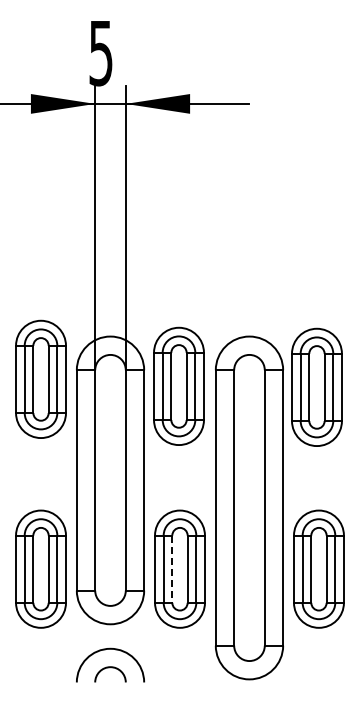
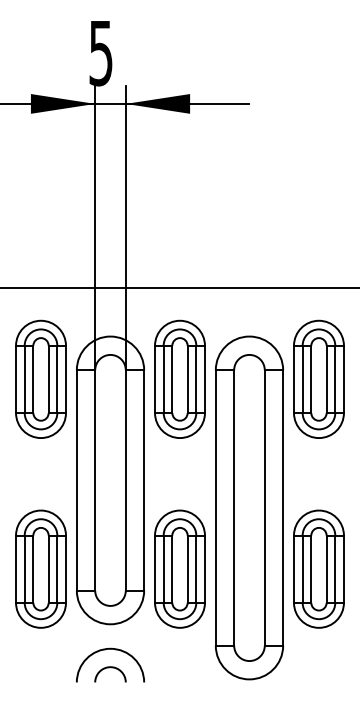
line at (179, 287): none -> present
part at (178, 385) position: (178, 385) -> (179, 378)
part at (316, 386) position: (316, 386) -> (318, 378)
line at (172, 569): dashed -> solid
